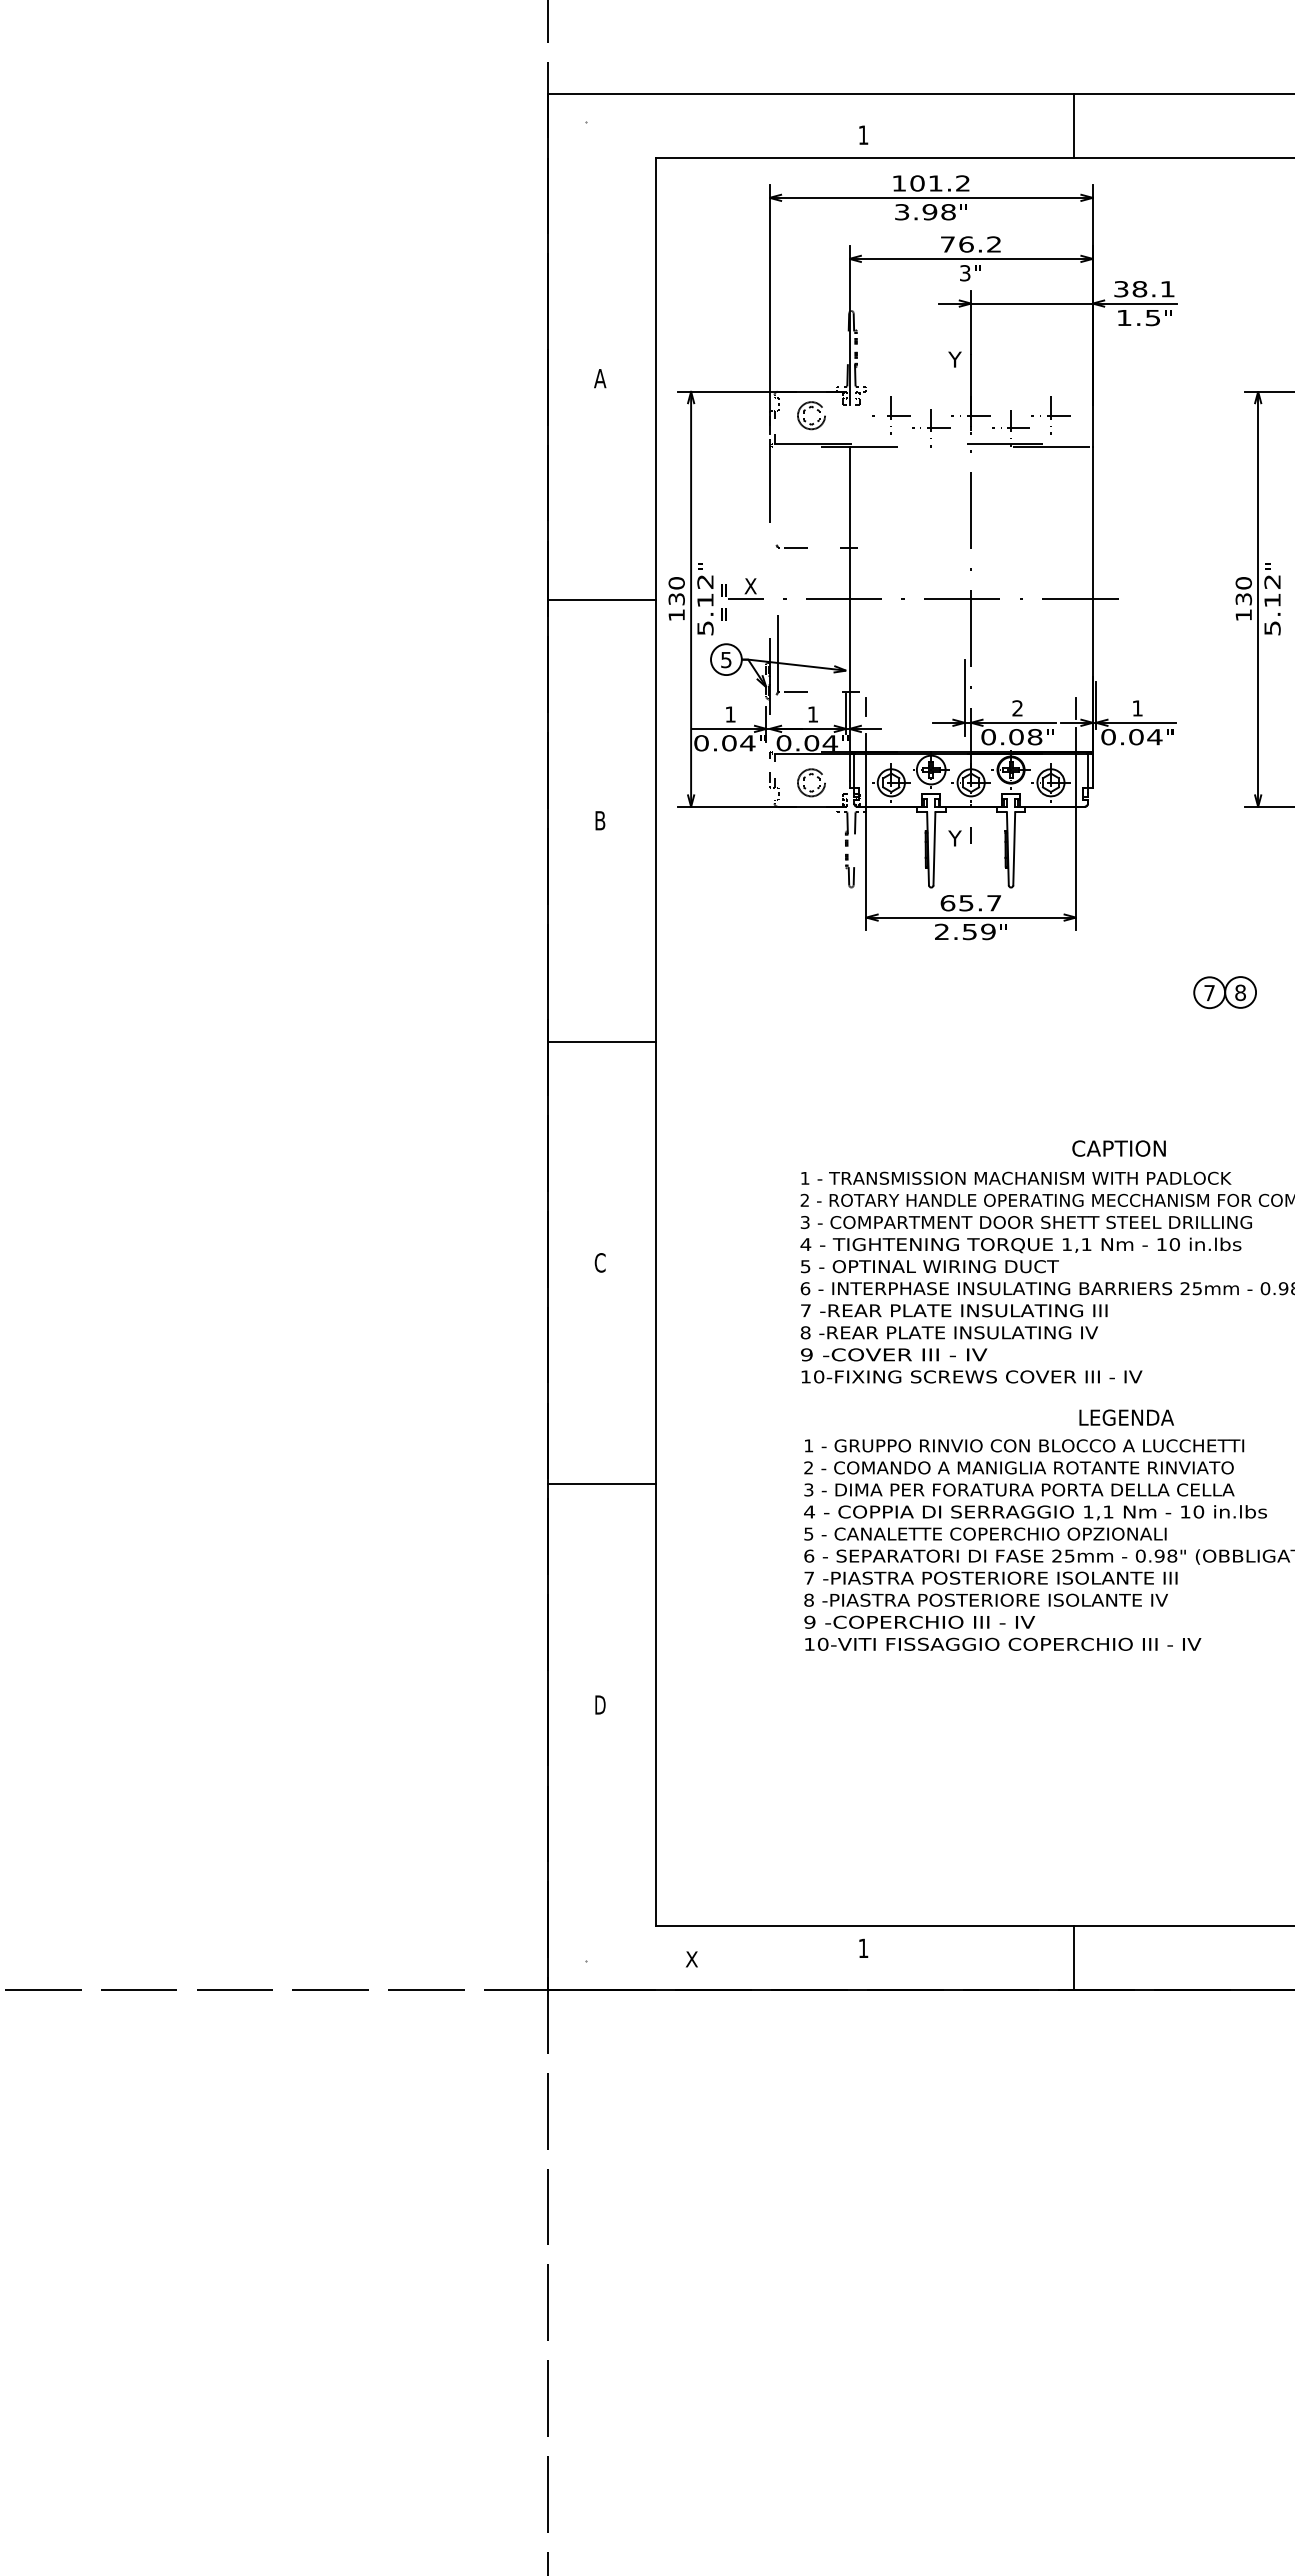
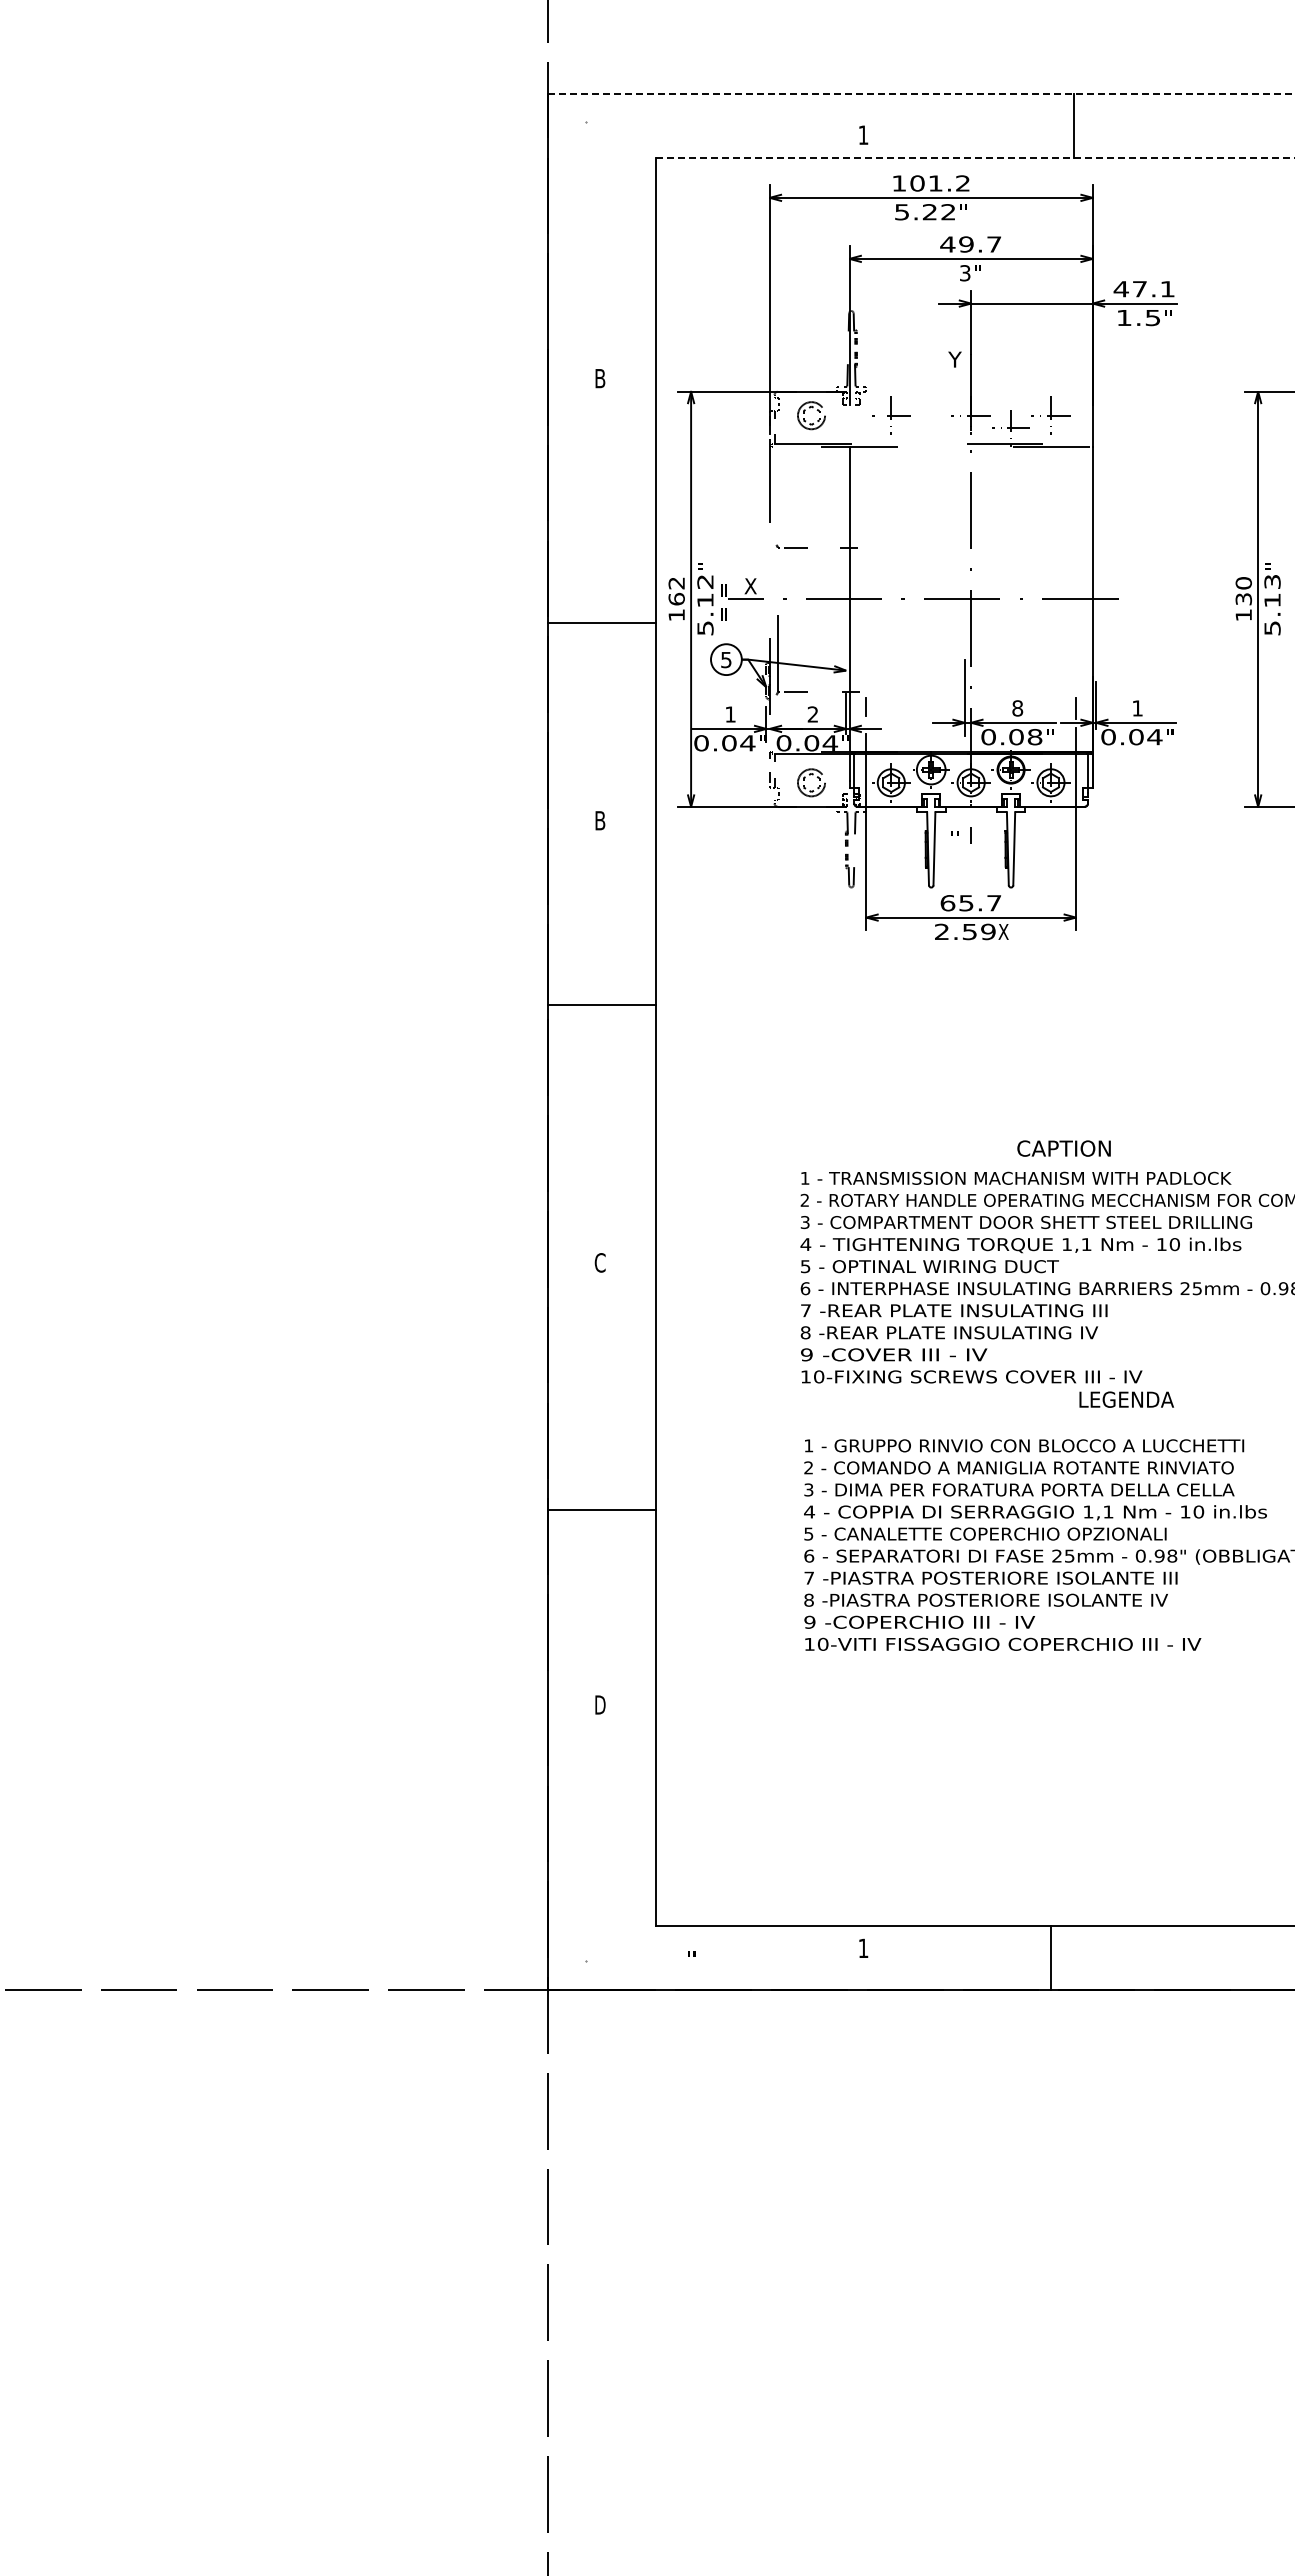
line at (921, 93): solid -> dashed
line at (975, 157): solid -> dashed
text at (925, 212): 3.98 -> 5.22
text at (970, 244): 76.2 -> 49.7
text at (1130, 289): 38.1 -> 47.1
text at (600, 378): A -> B
part at (931, 428): present -> none
text at (1272, 581): 5.12 -> 5.13
text at (676, 591): 130 -> 162
line at (601, 599) position: (601, 599) -> (601, 622)
text at (1017, 708): 2 -> 8
text at (812, 714): 1 -> 2
text at (954, 838): Y -> "
text at (1003, 931): " -> X
part at (1224, 992): present -> none
line at (601, 1041) position: (601, 1041) -> (601, 1004)
text at (1118, 1148) position: (1118, 1148) -> (1063, 1148)
text at (1126, 1417) position: (1126, 1417) -> (1126, 1399)
line at (601, 1483) position: (601, 1483) -> (601, 1509)
line at (1074, 1957) position: (1074, 1957) -> (1051, 1957)
text at (691, 1959): X -> "
